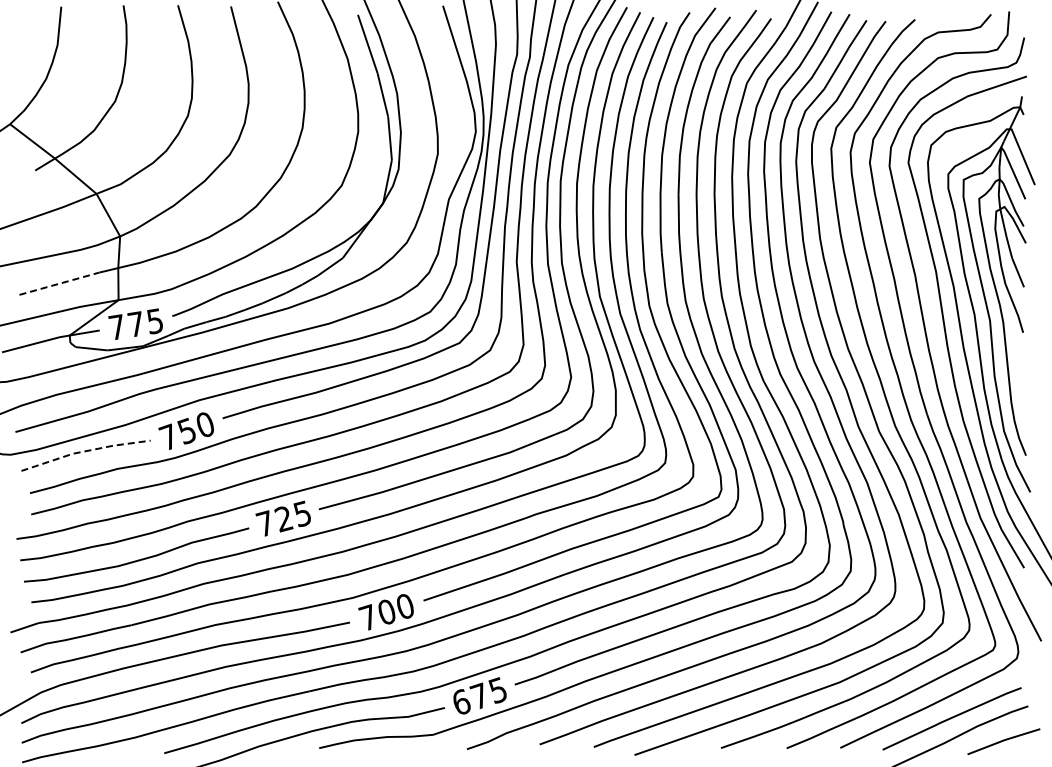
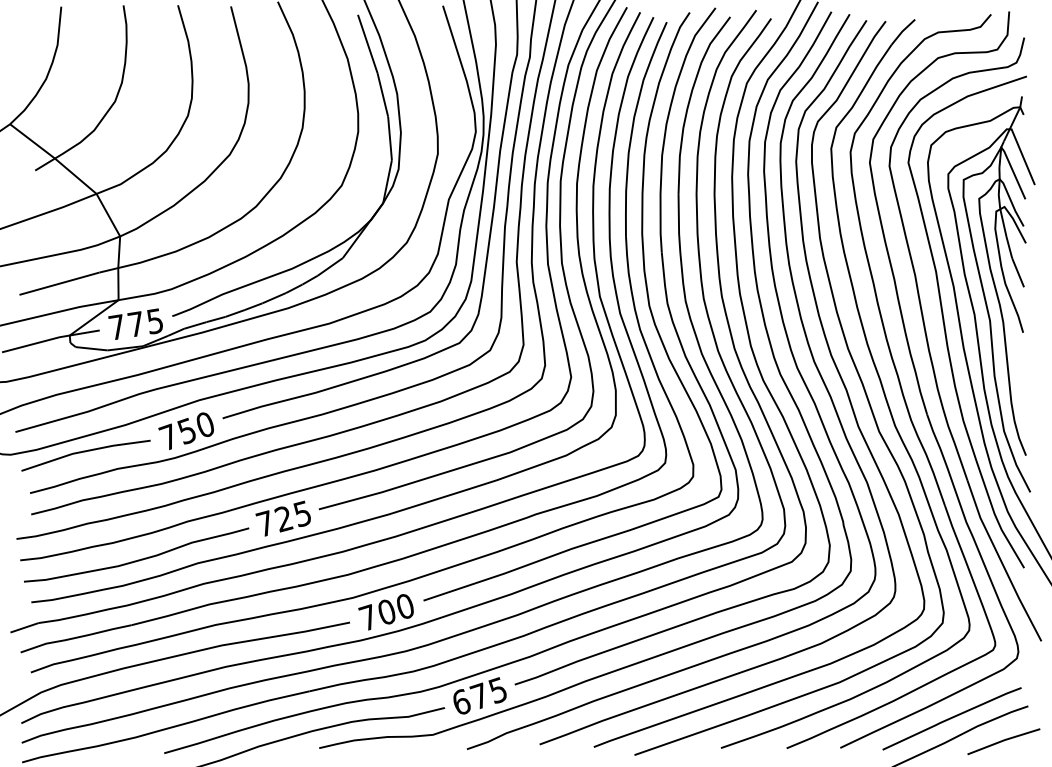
line at (59, 283): dashed -> solid
line at (85, 451): dashed -> solid
